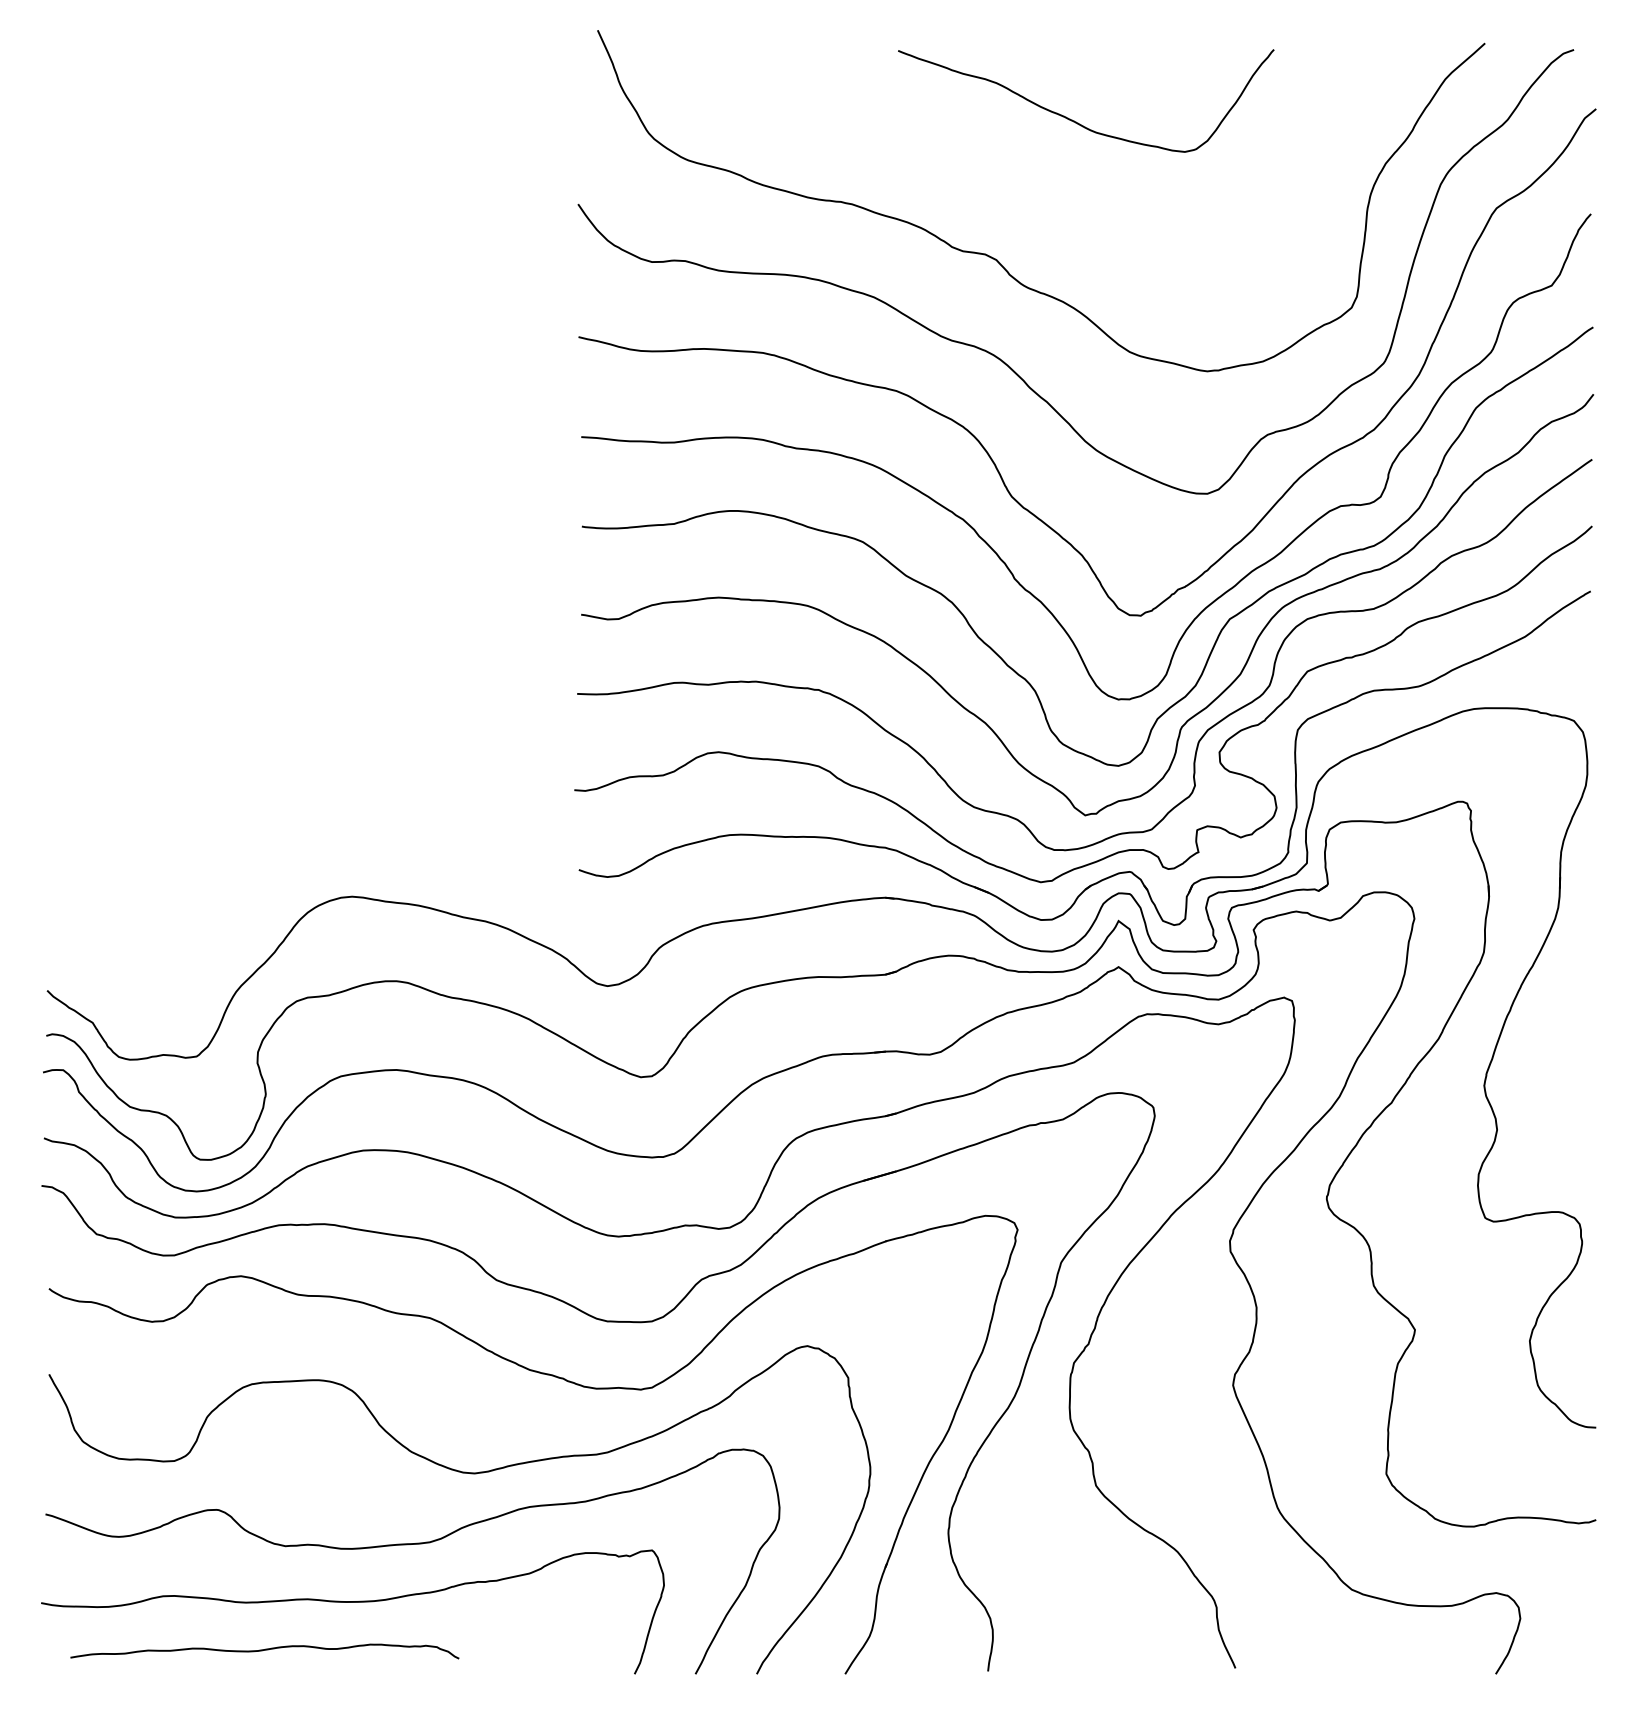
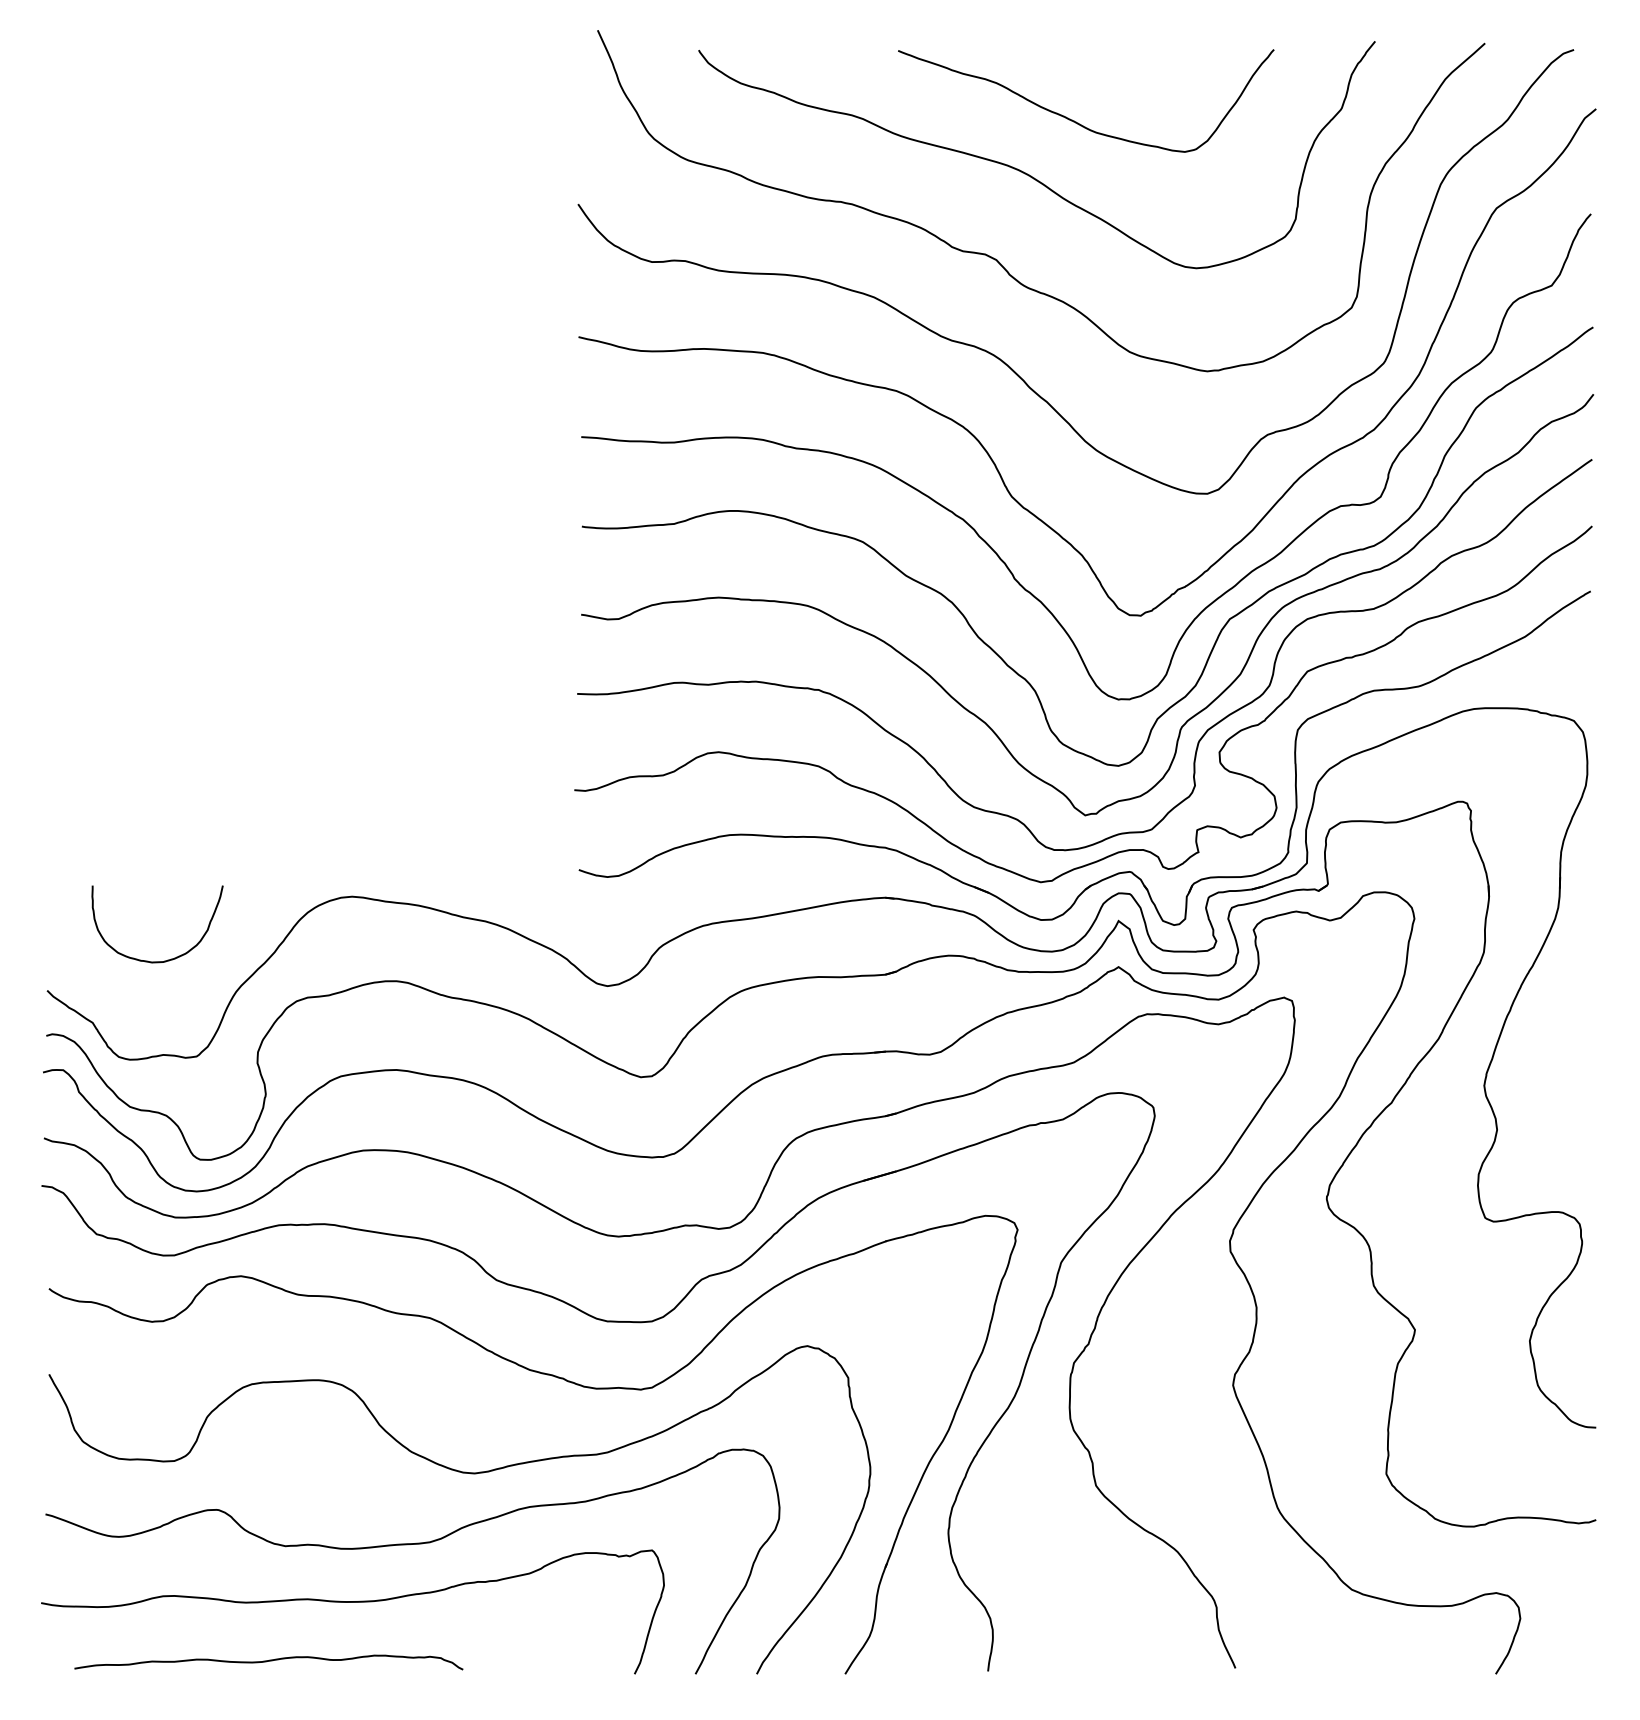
curve at (1027, 173): none -> present
curve at (167, 959): none -> present
curve at (264, 1650) position: (264, 1650) -> (268, 1661)
